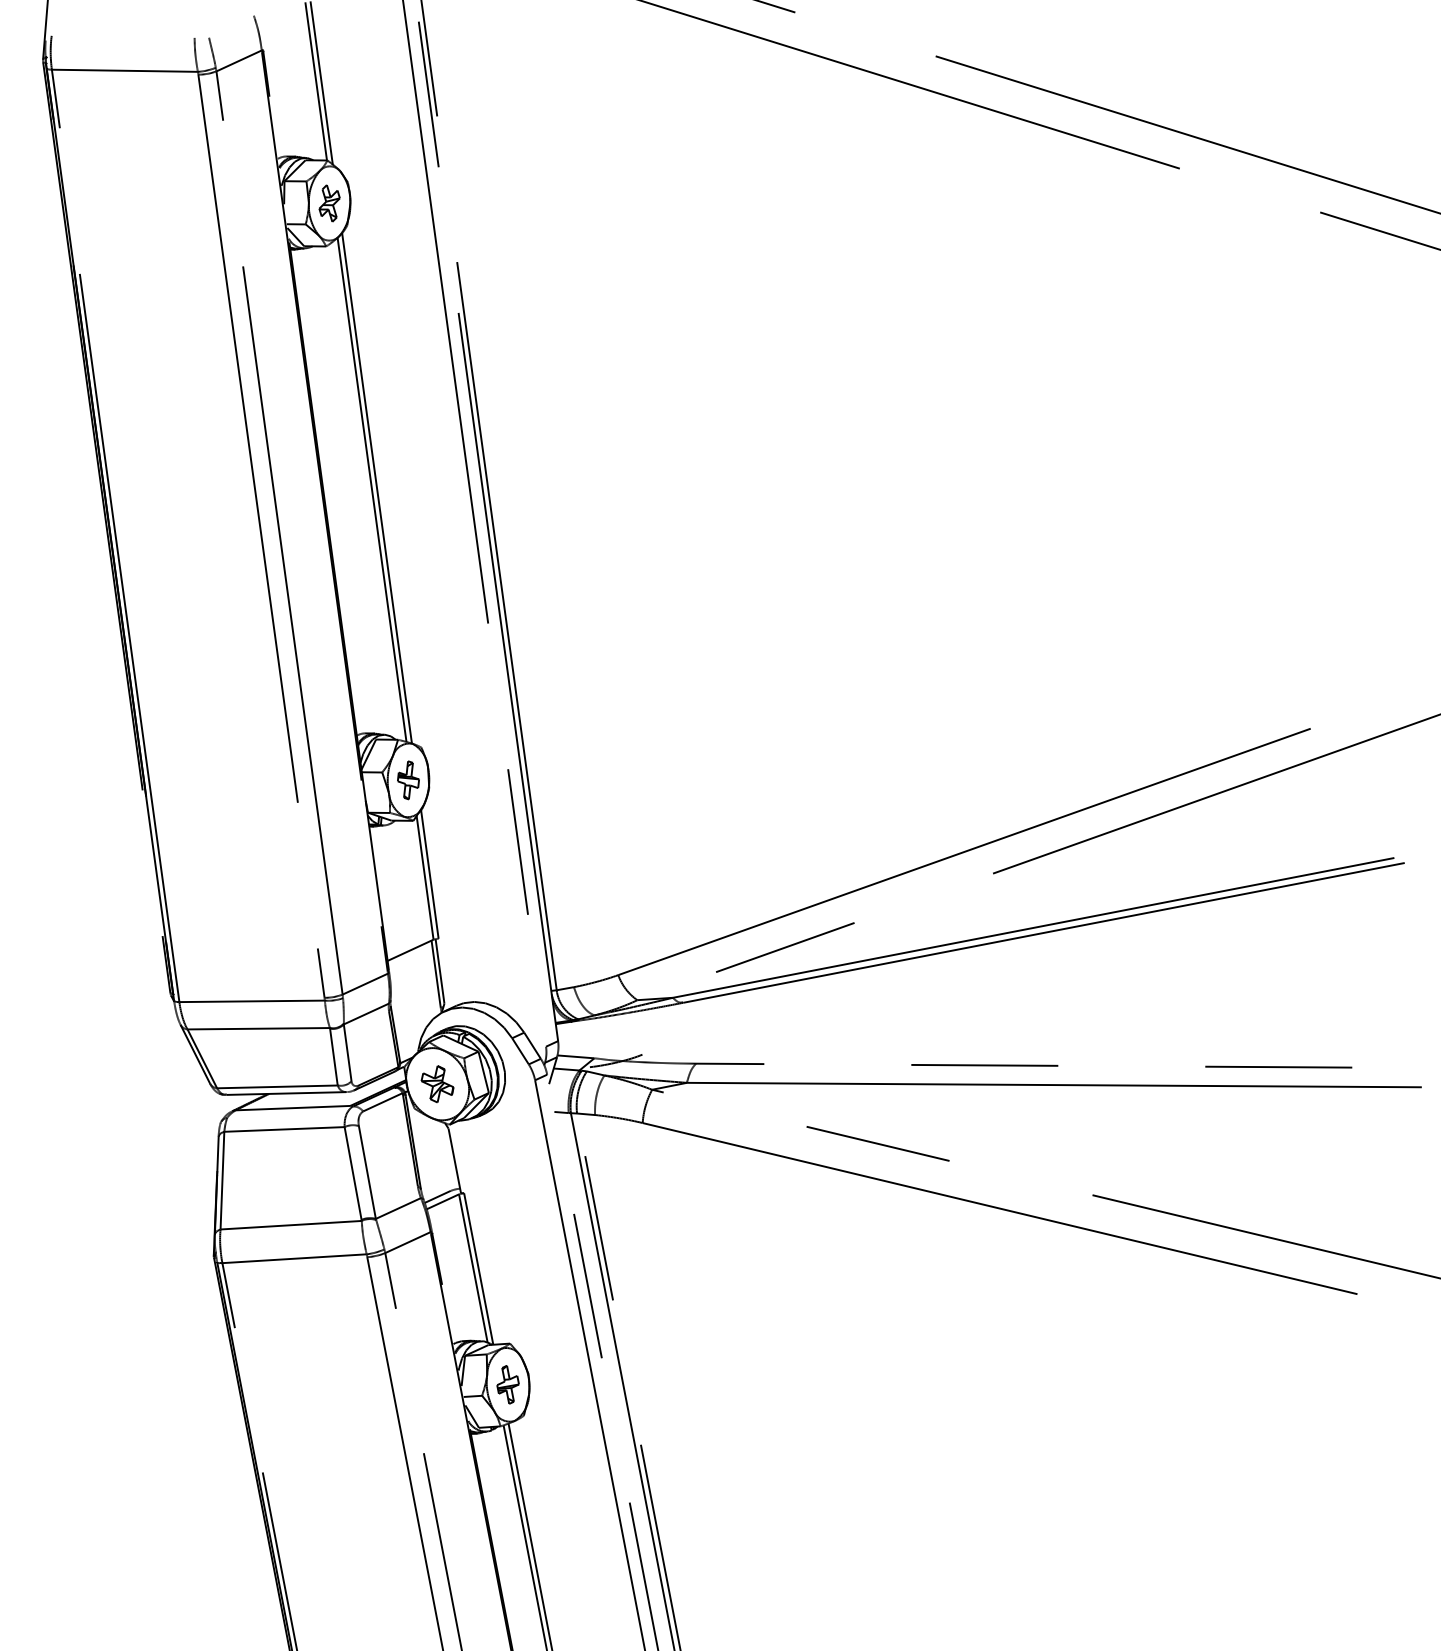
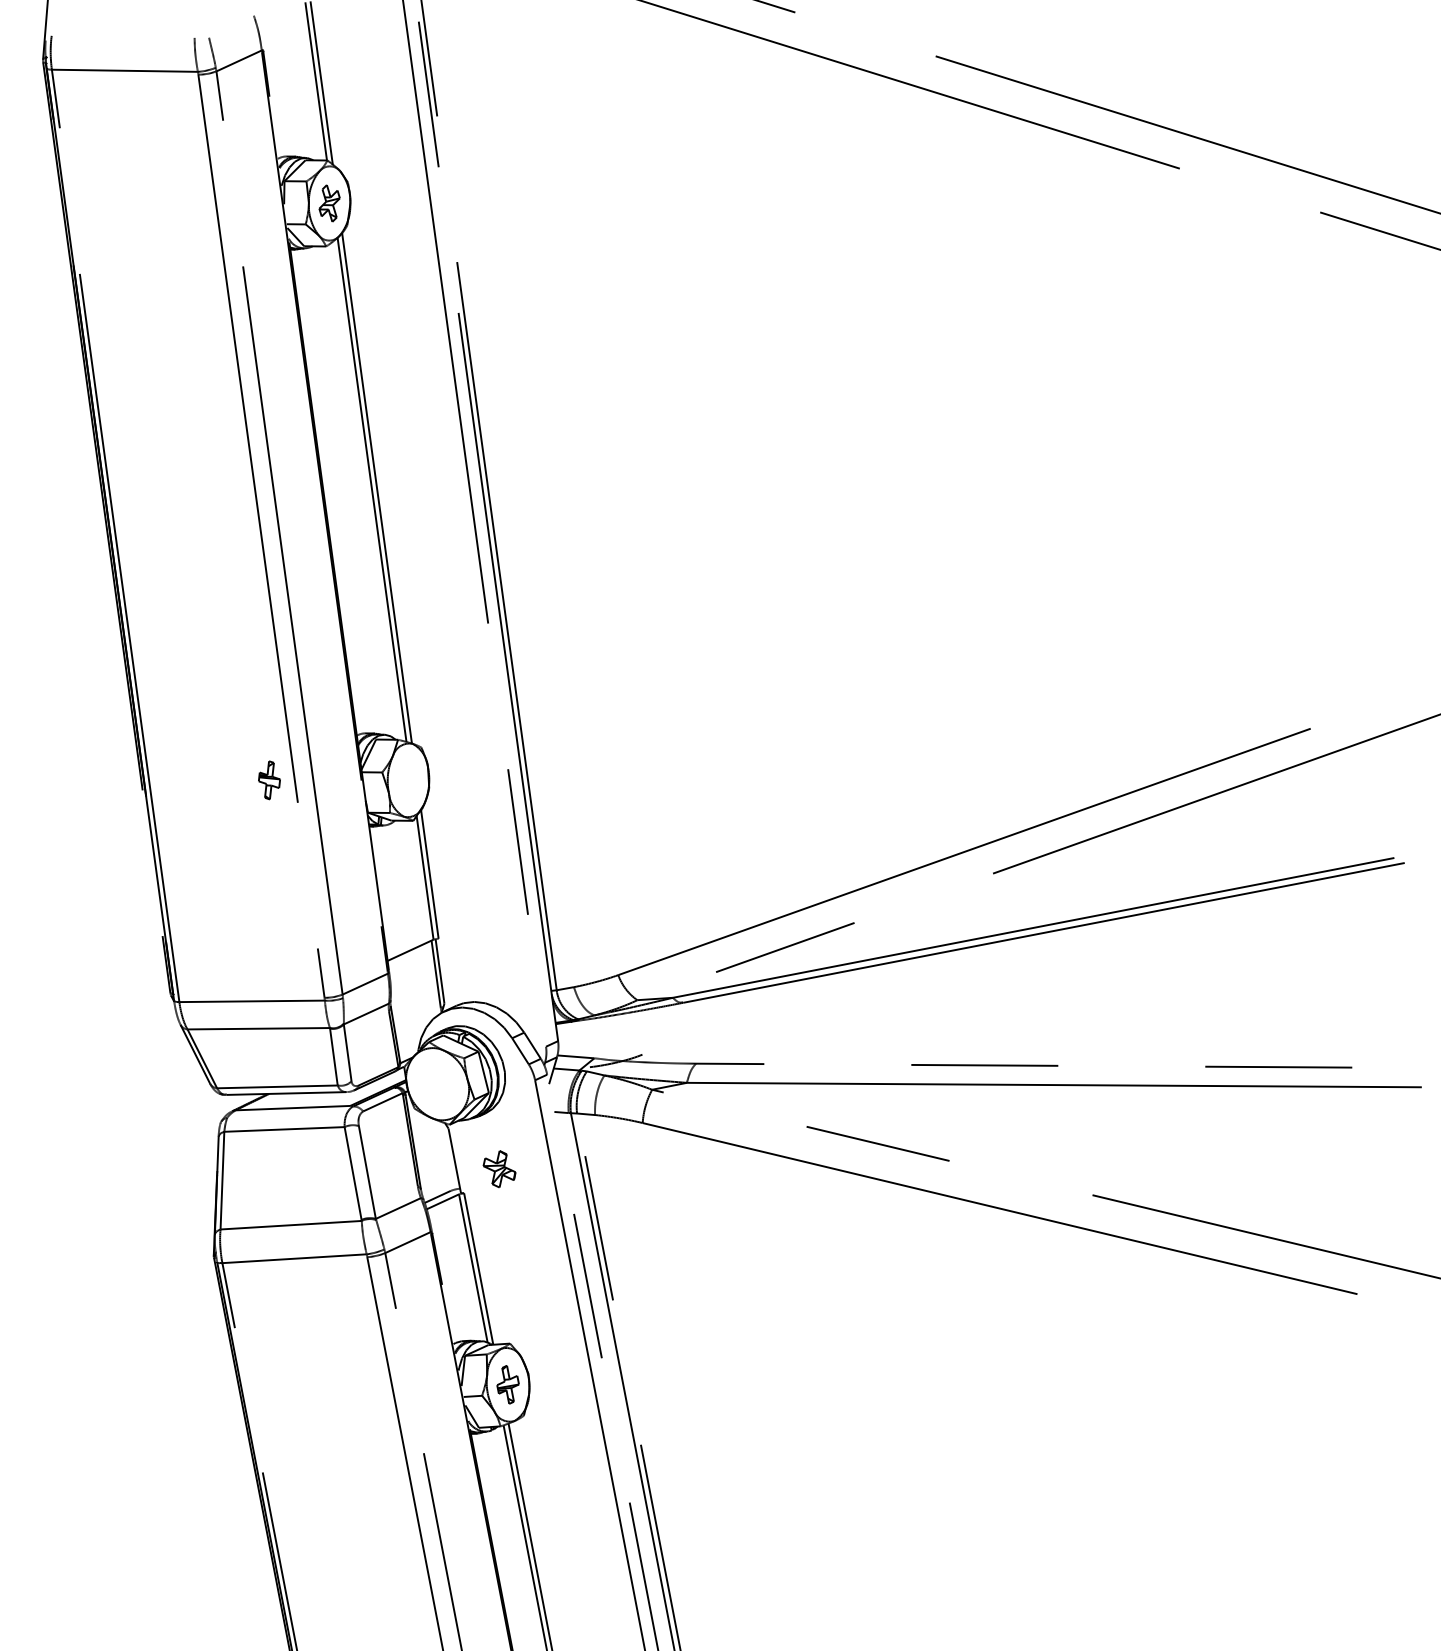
part at (408, 780) position: (408, 780) -> (269, 780)
part at (437, 1084) position: (437, 1084) -> (499, 1169)
